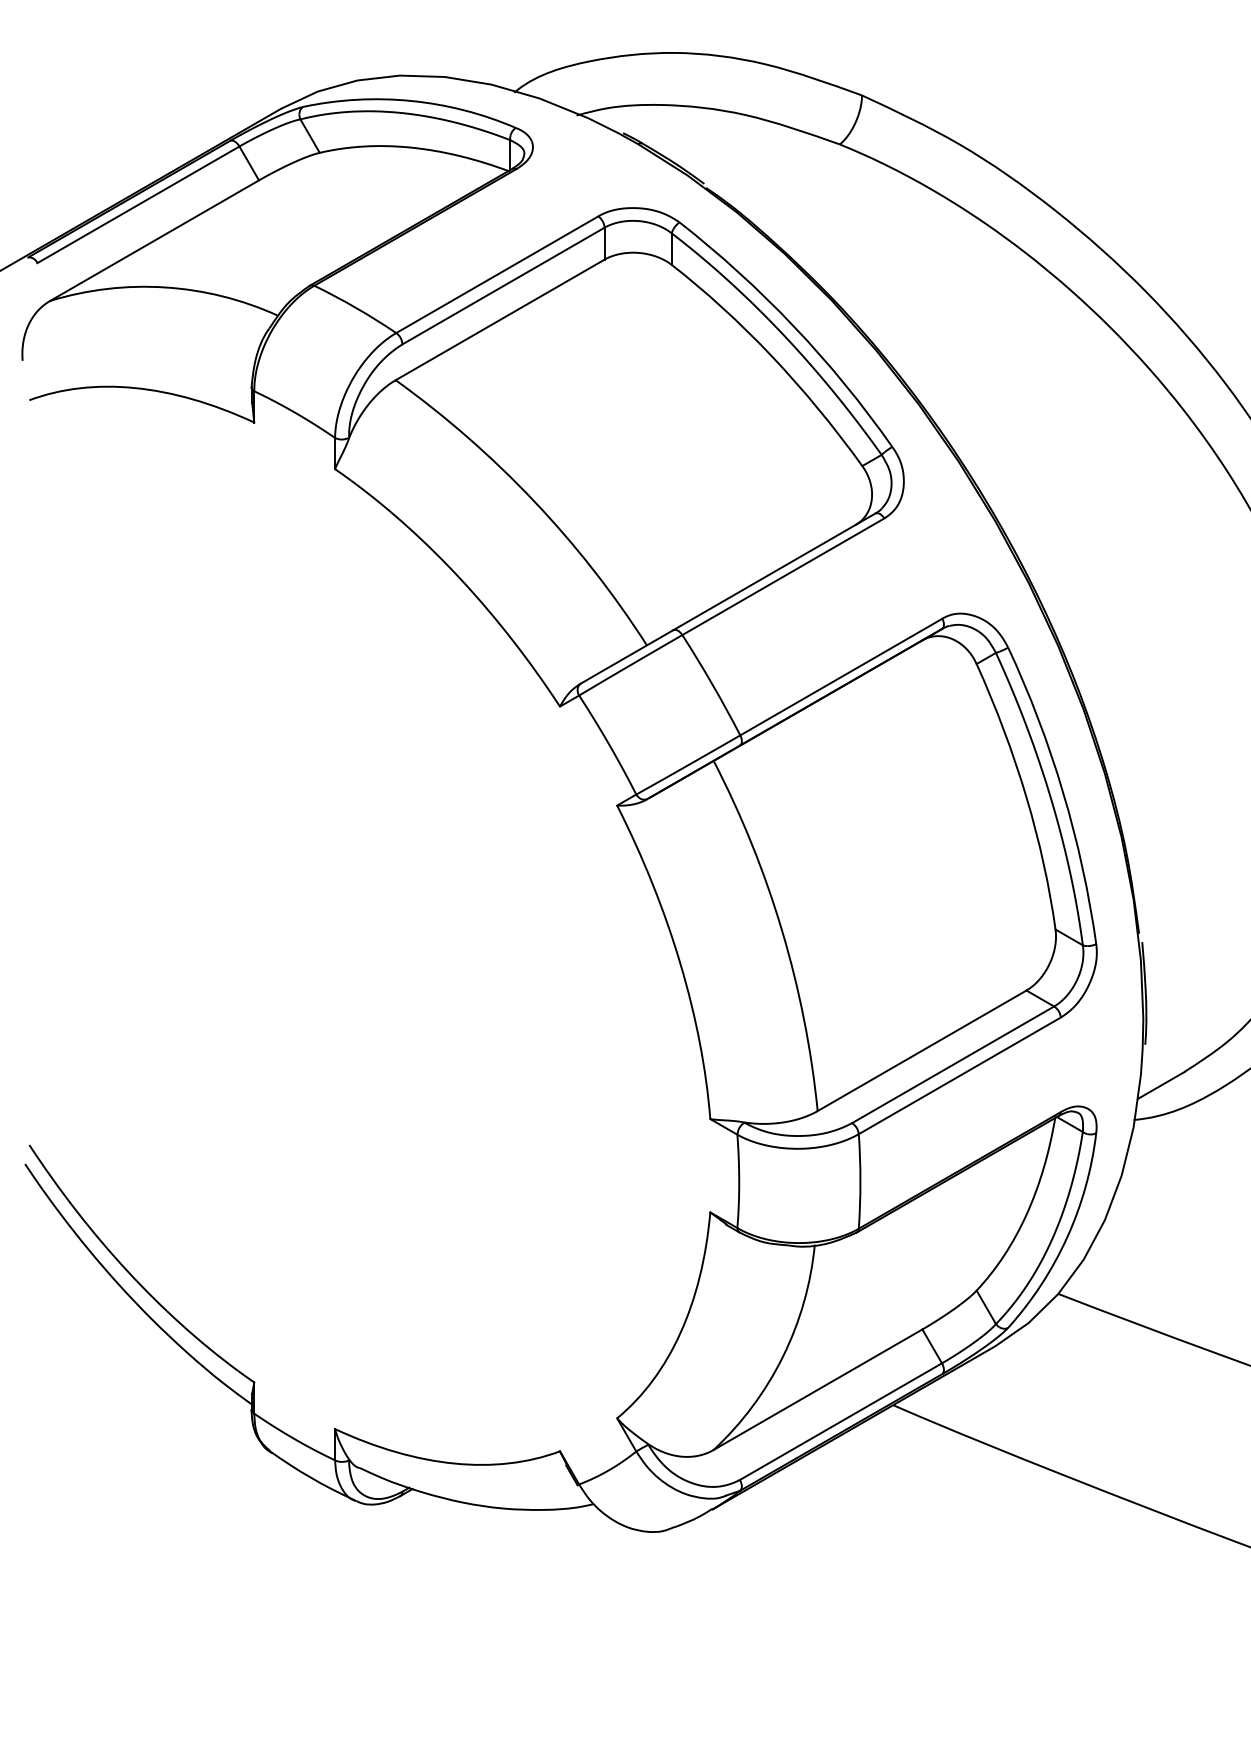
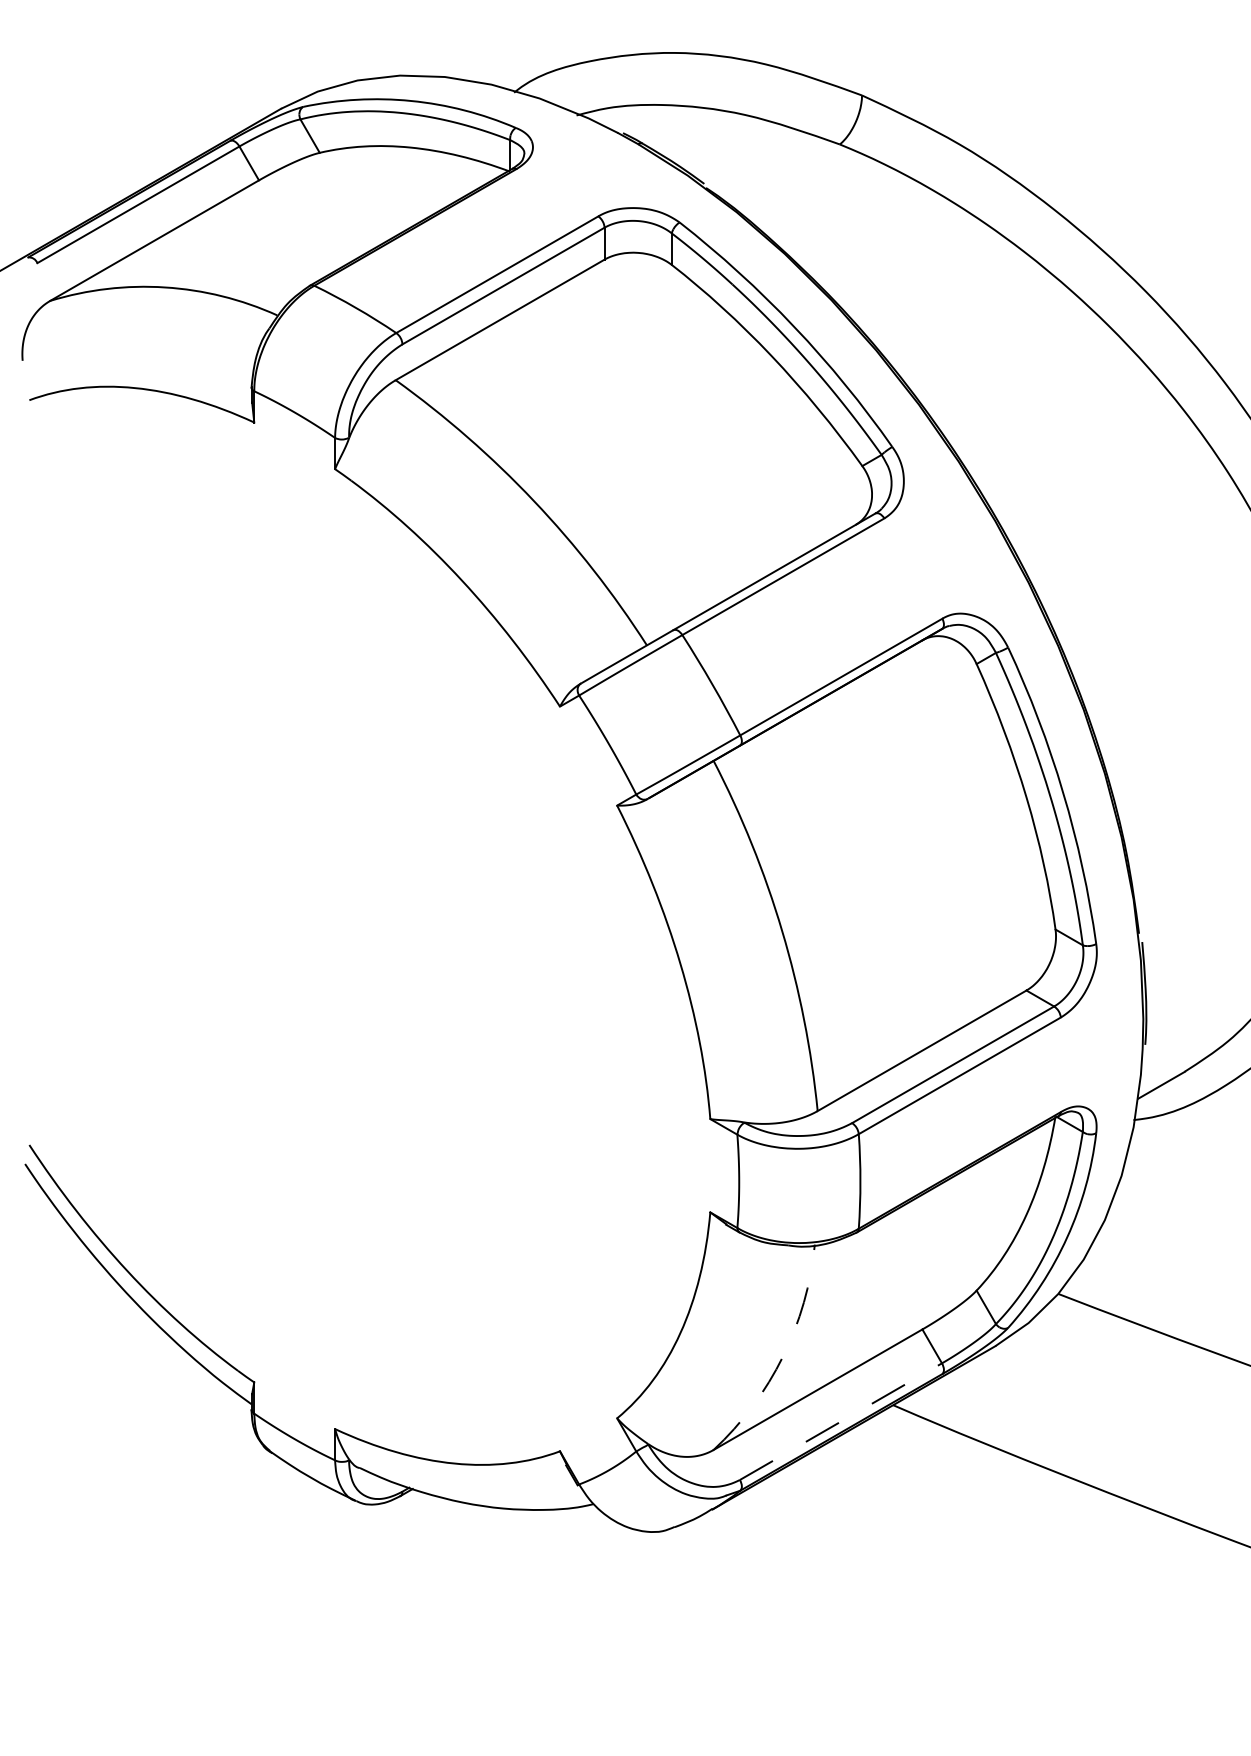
arc at (783, 1356): solid -> dashed
line at (840, 1421): solid -> dashed
